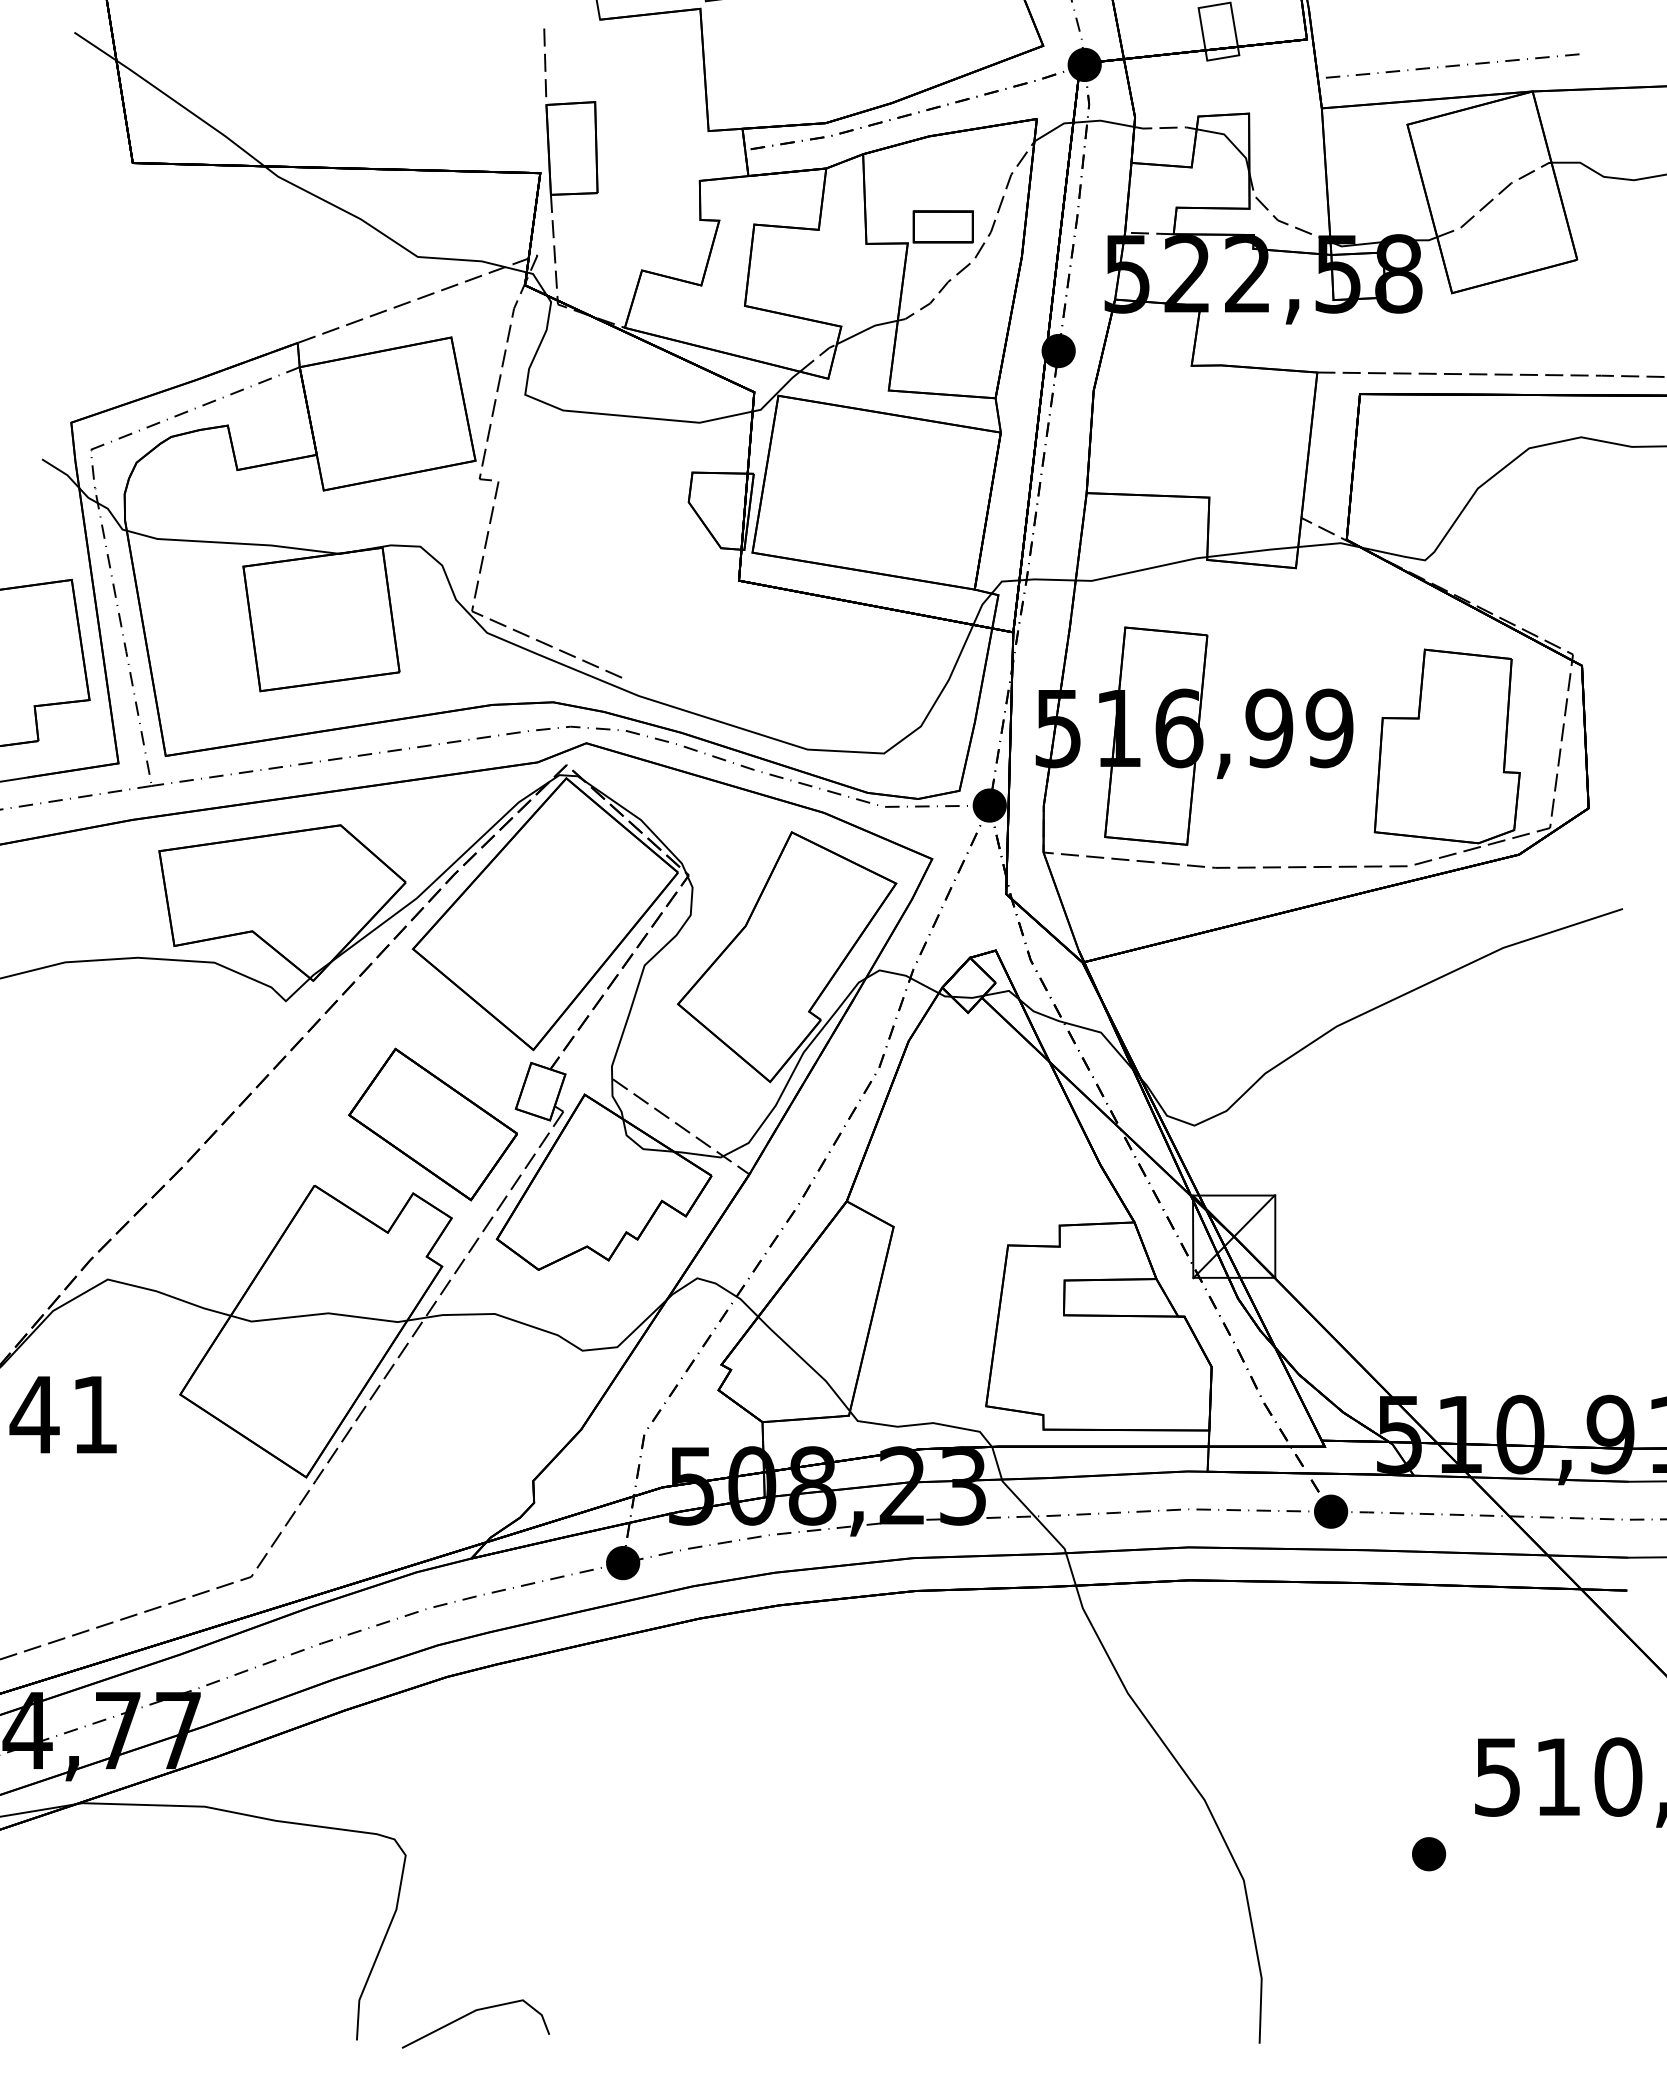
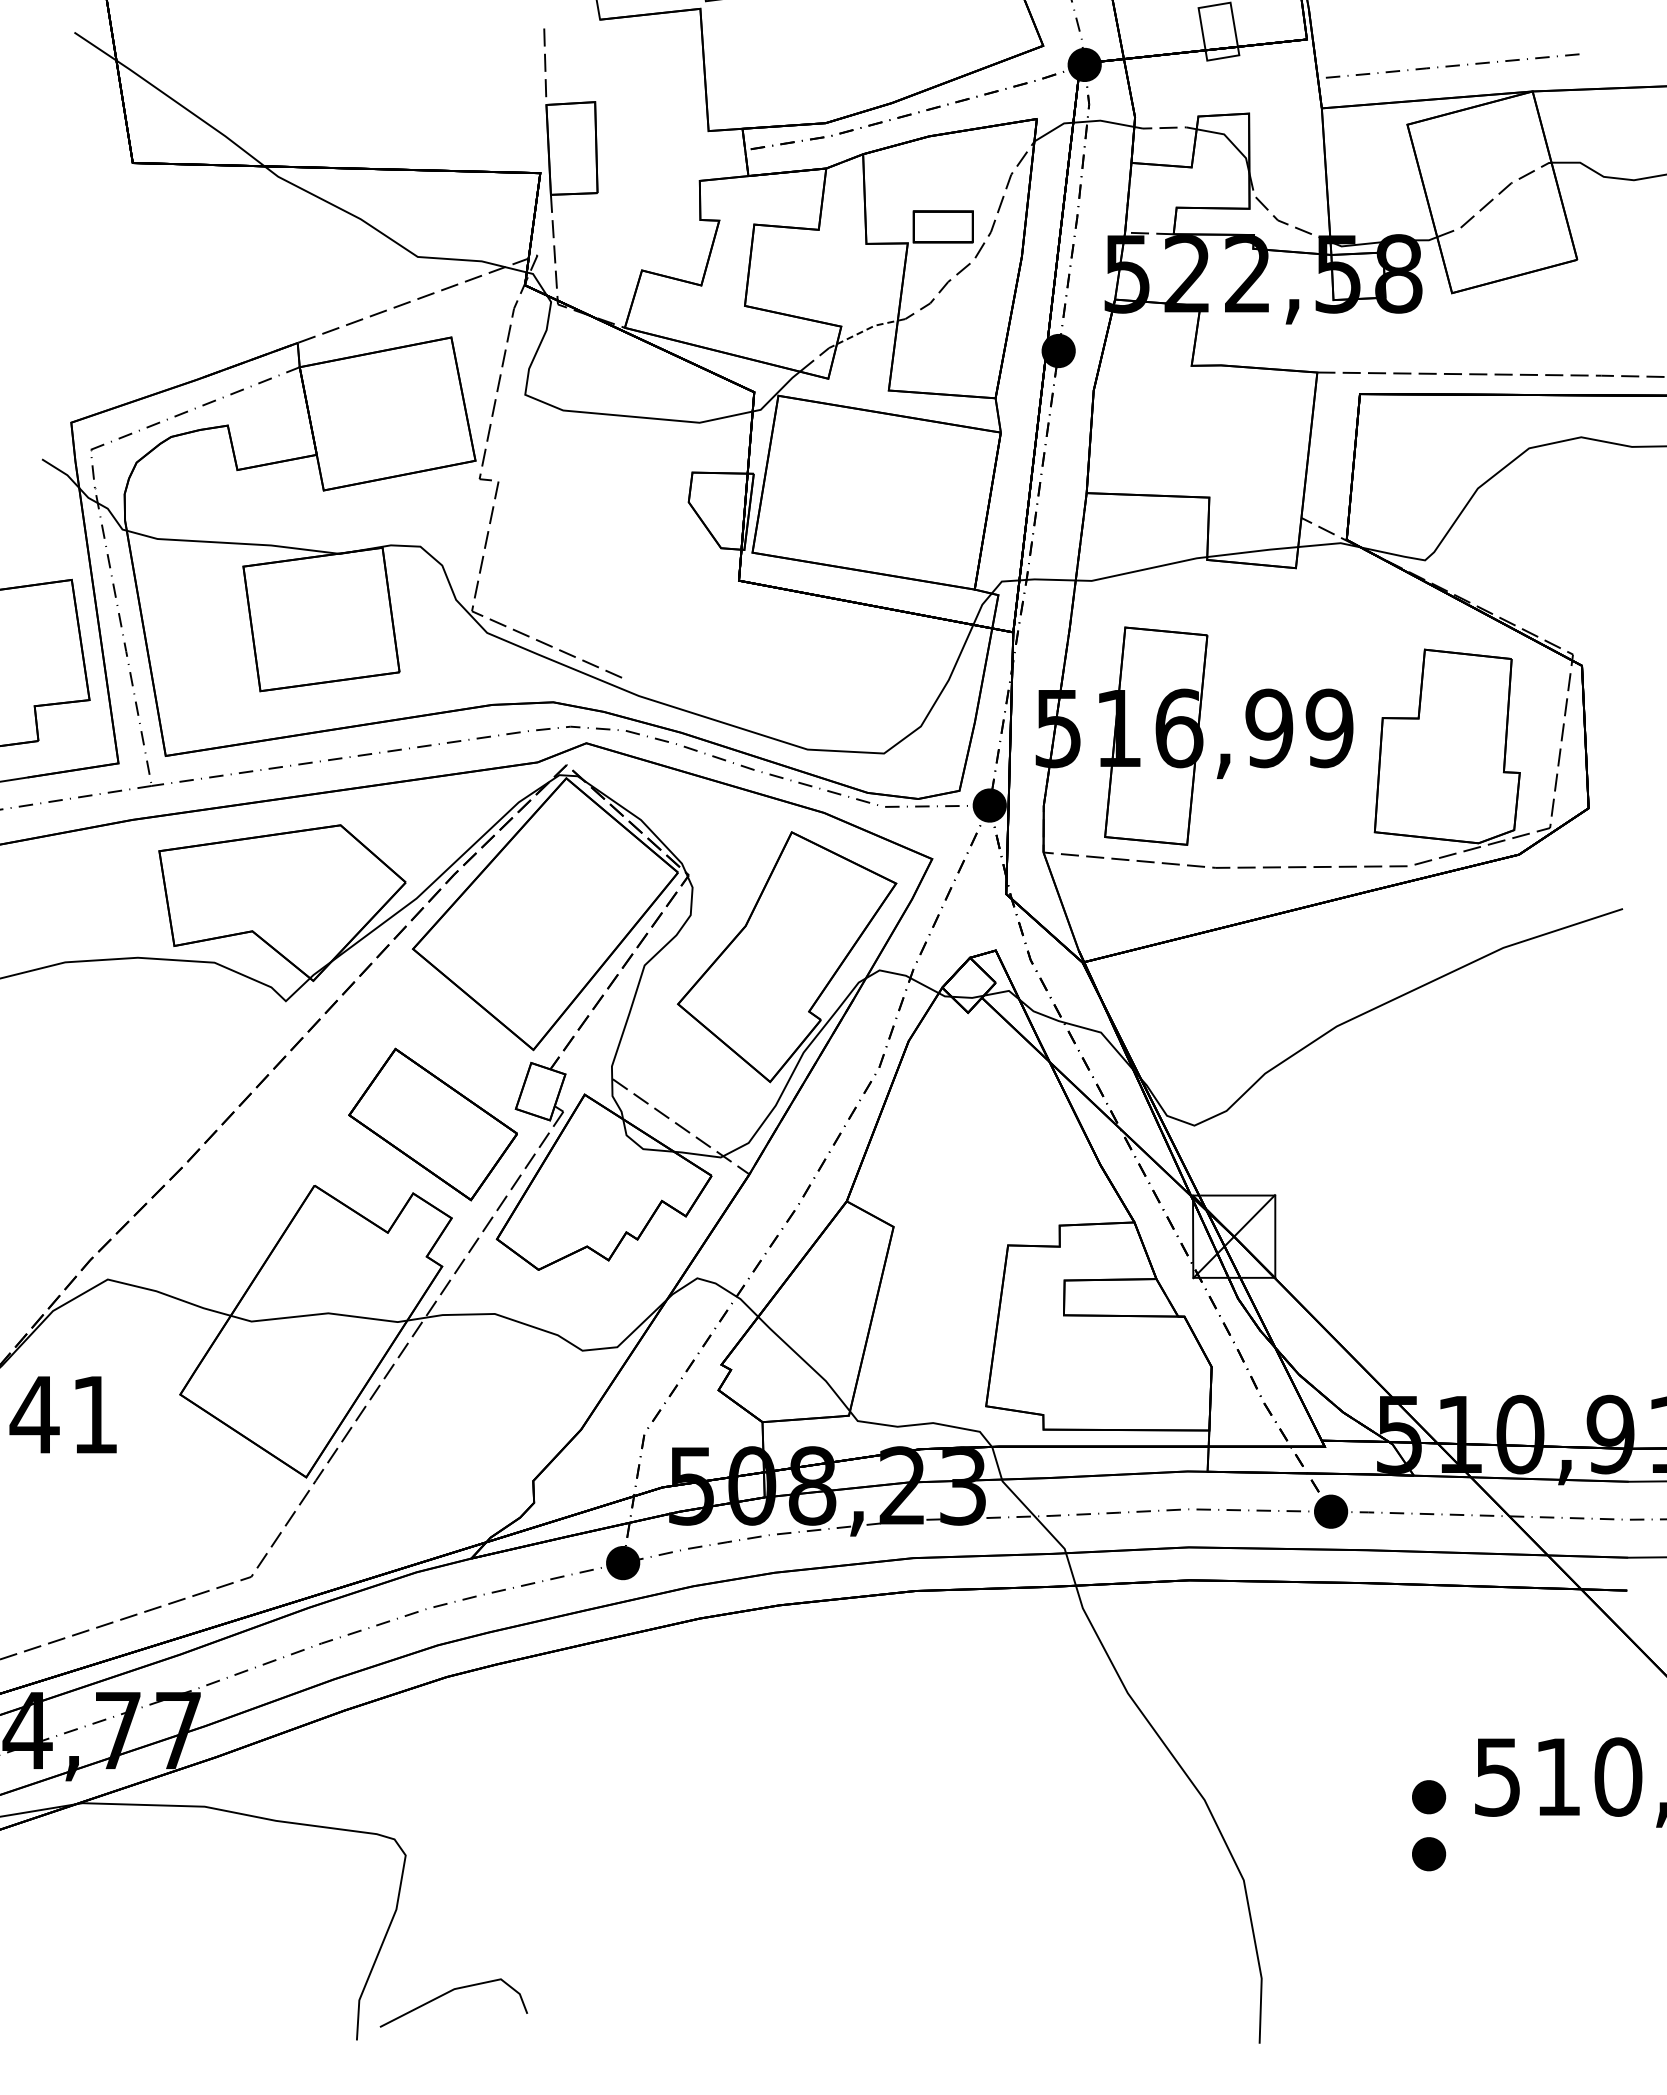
line at (866, 329): solid -> dashed
part at (1429, 1797): none -> present
line at (470, 2014) position: (470, 2014) -> (448, 1993)
